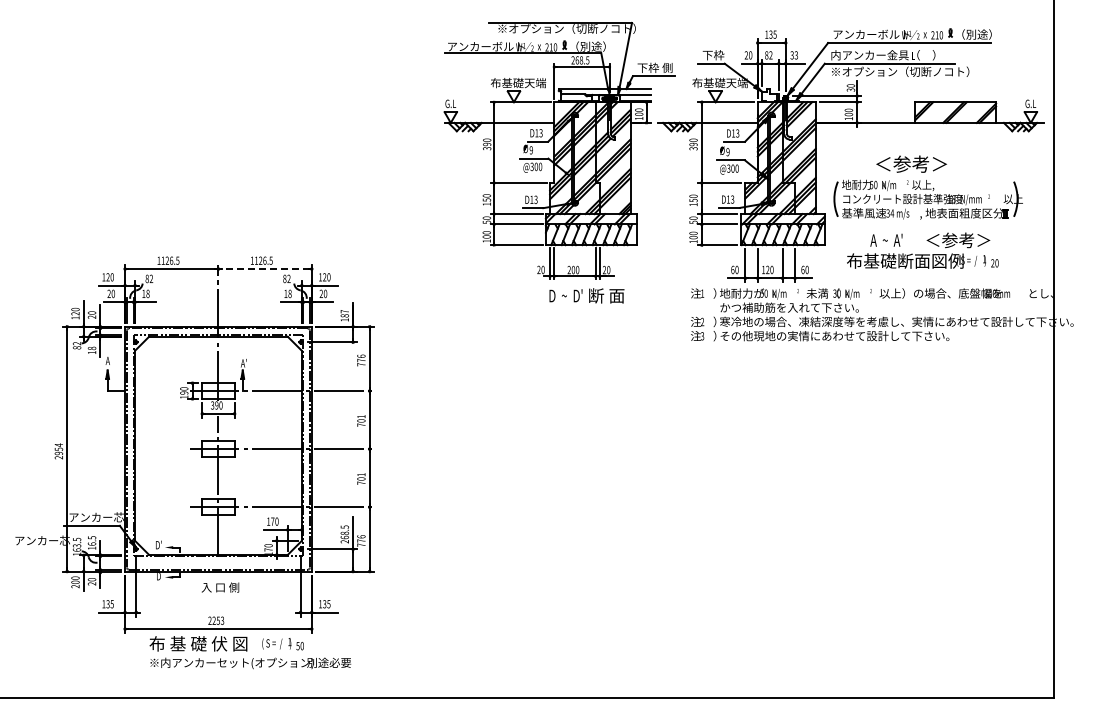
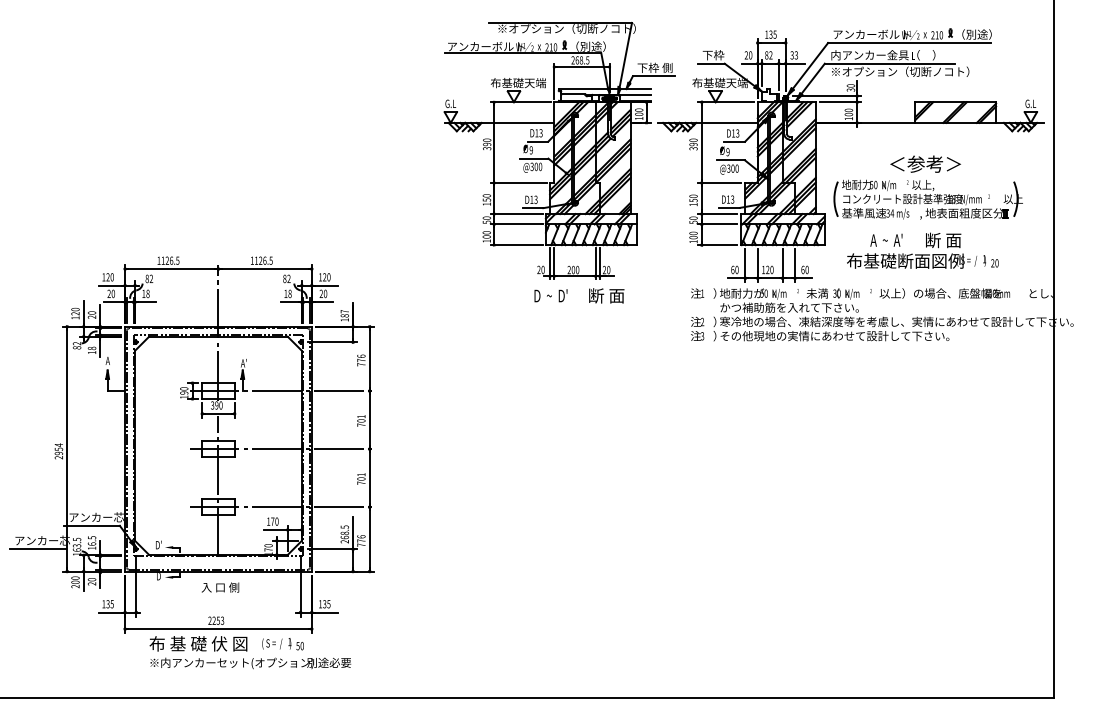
text at (911, 163) position: (911, 163) -> (925, 163)
text at (958, 240): ＜参考＞ -> 断 面
line at (265, 269): dashed -> solid
text at (565, 295) position: (565, 295) -> (550, 295)
line at (37, 549): none -> present
